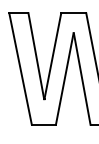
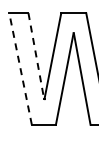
line at (36, 56): solid -> dashed
line at (20, 68): solid -> dashed
